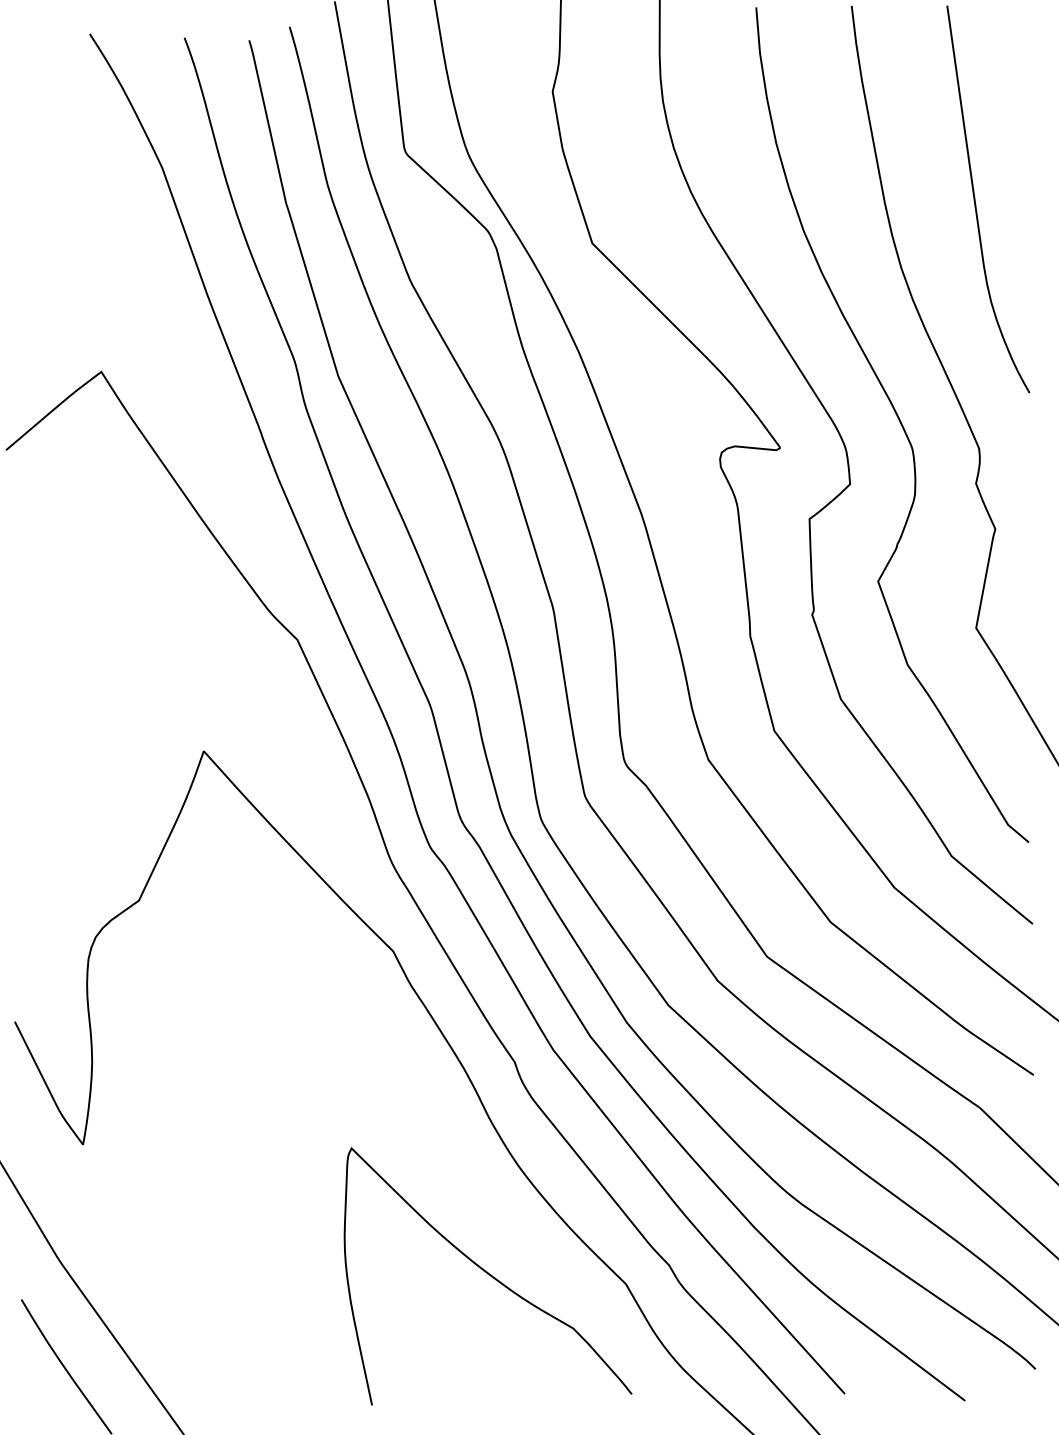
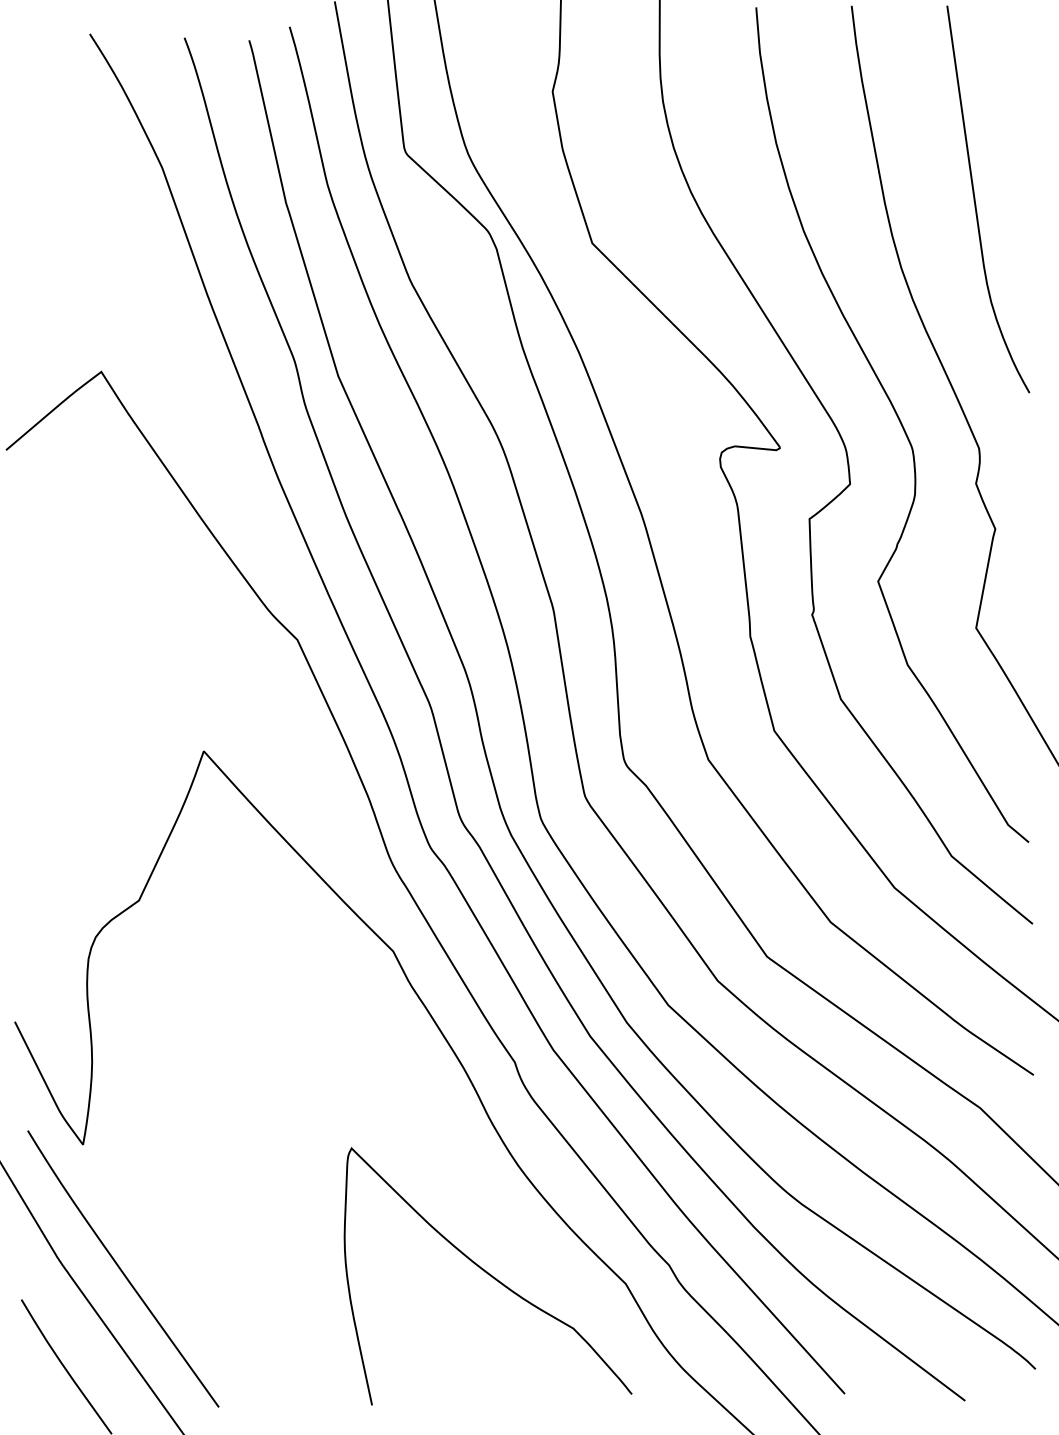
curve at (121, 1268): none -> present
